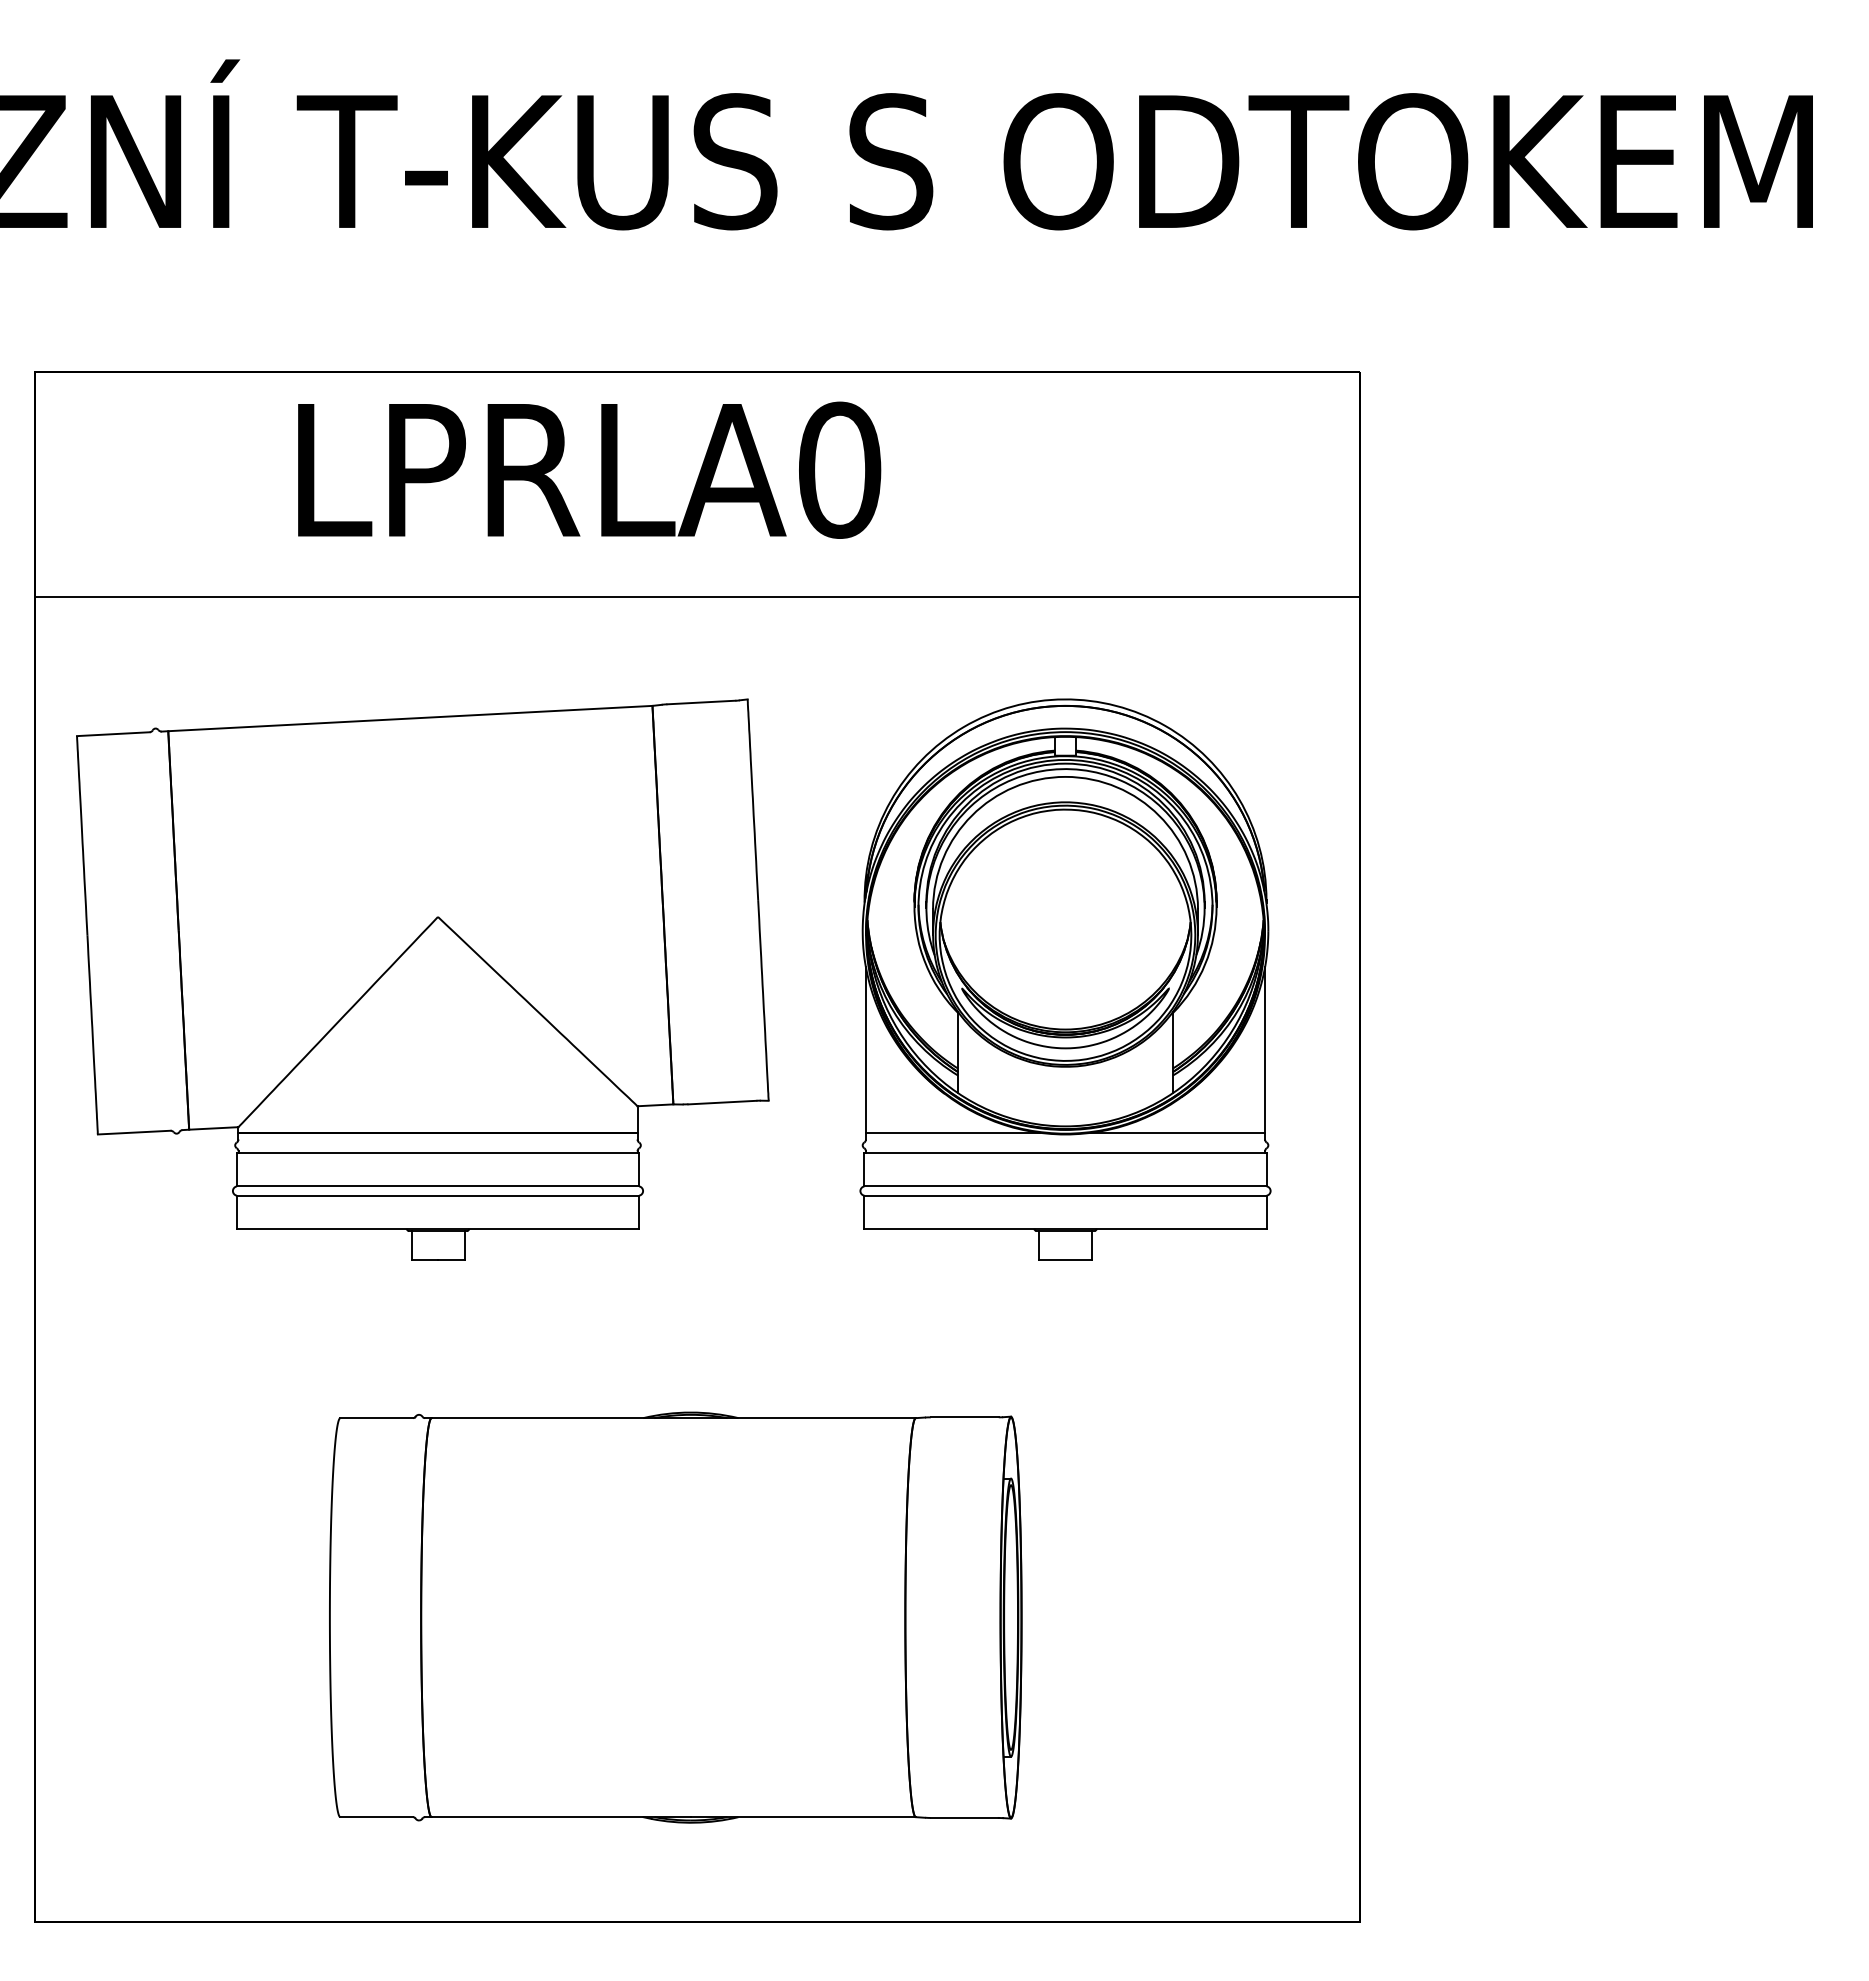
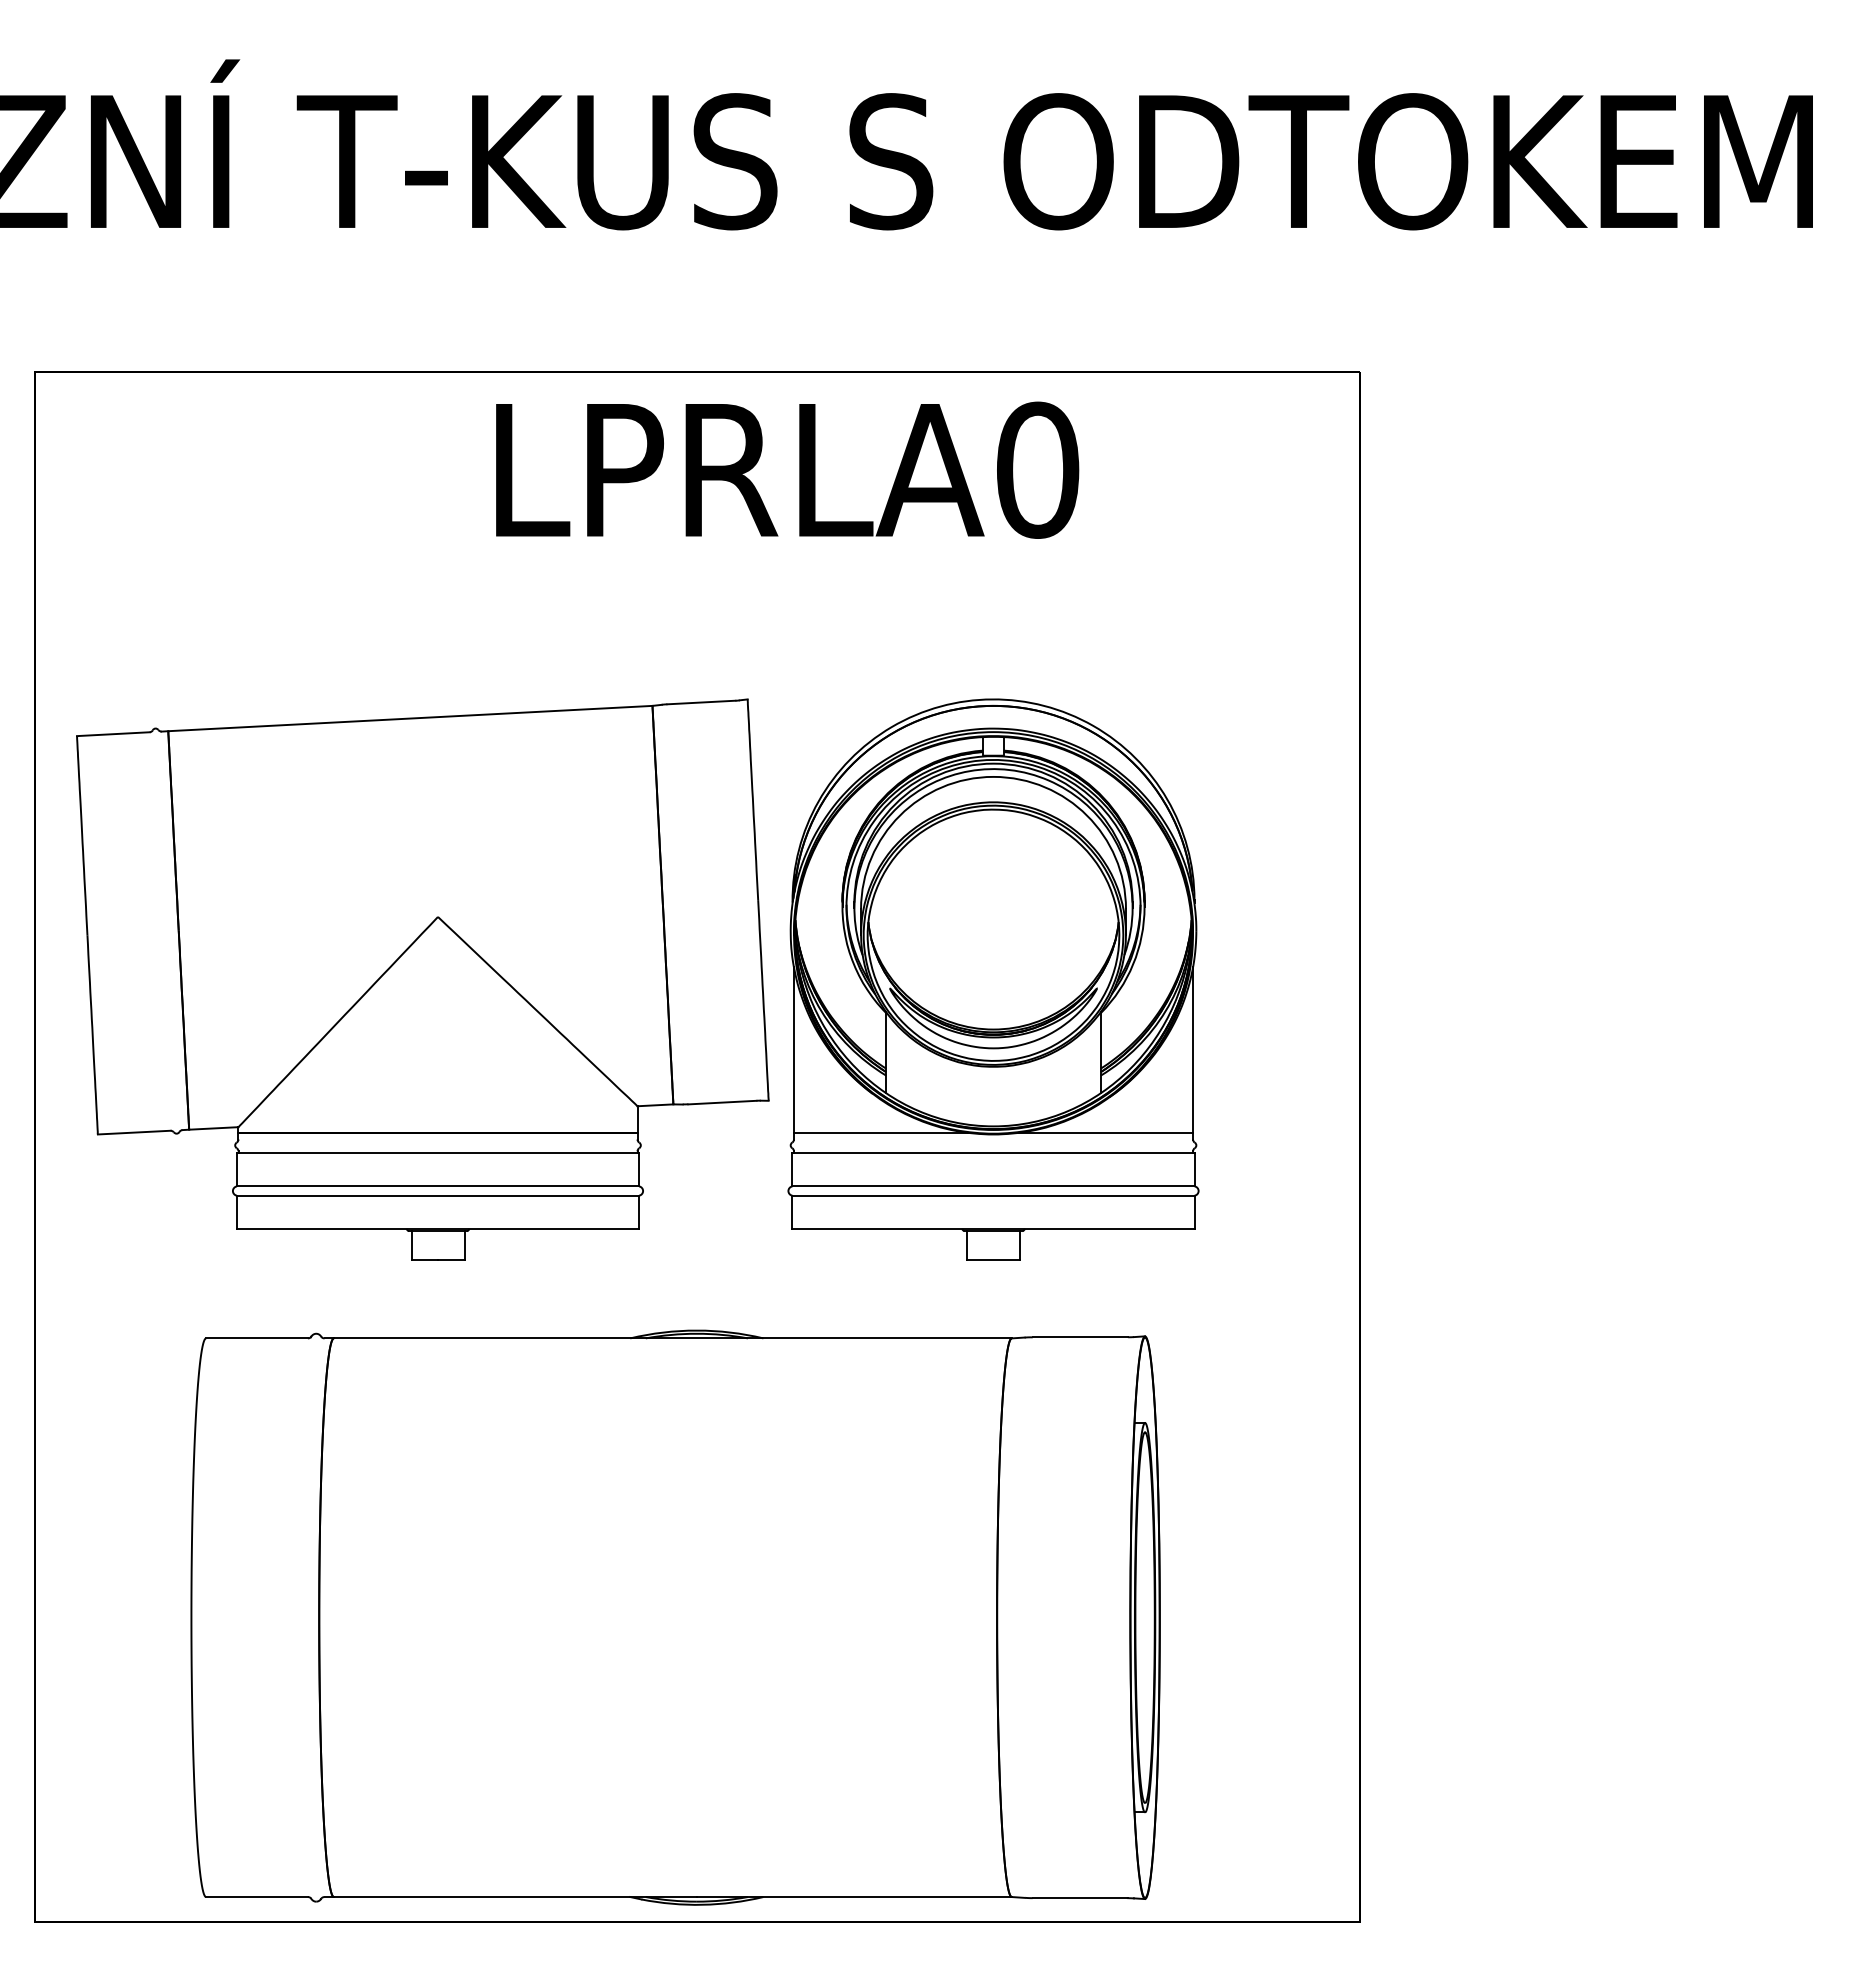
text at (589, 469) position: (589, 469) -> (787, 469)
line at (696, 596): present -> none
part at (1065, 979) position: (1065, 979) -> (993, 979)
part at (675, 1617) size: 694x413 px -> 971x577 px
